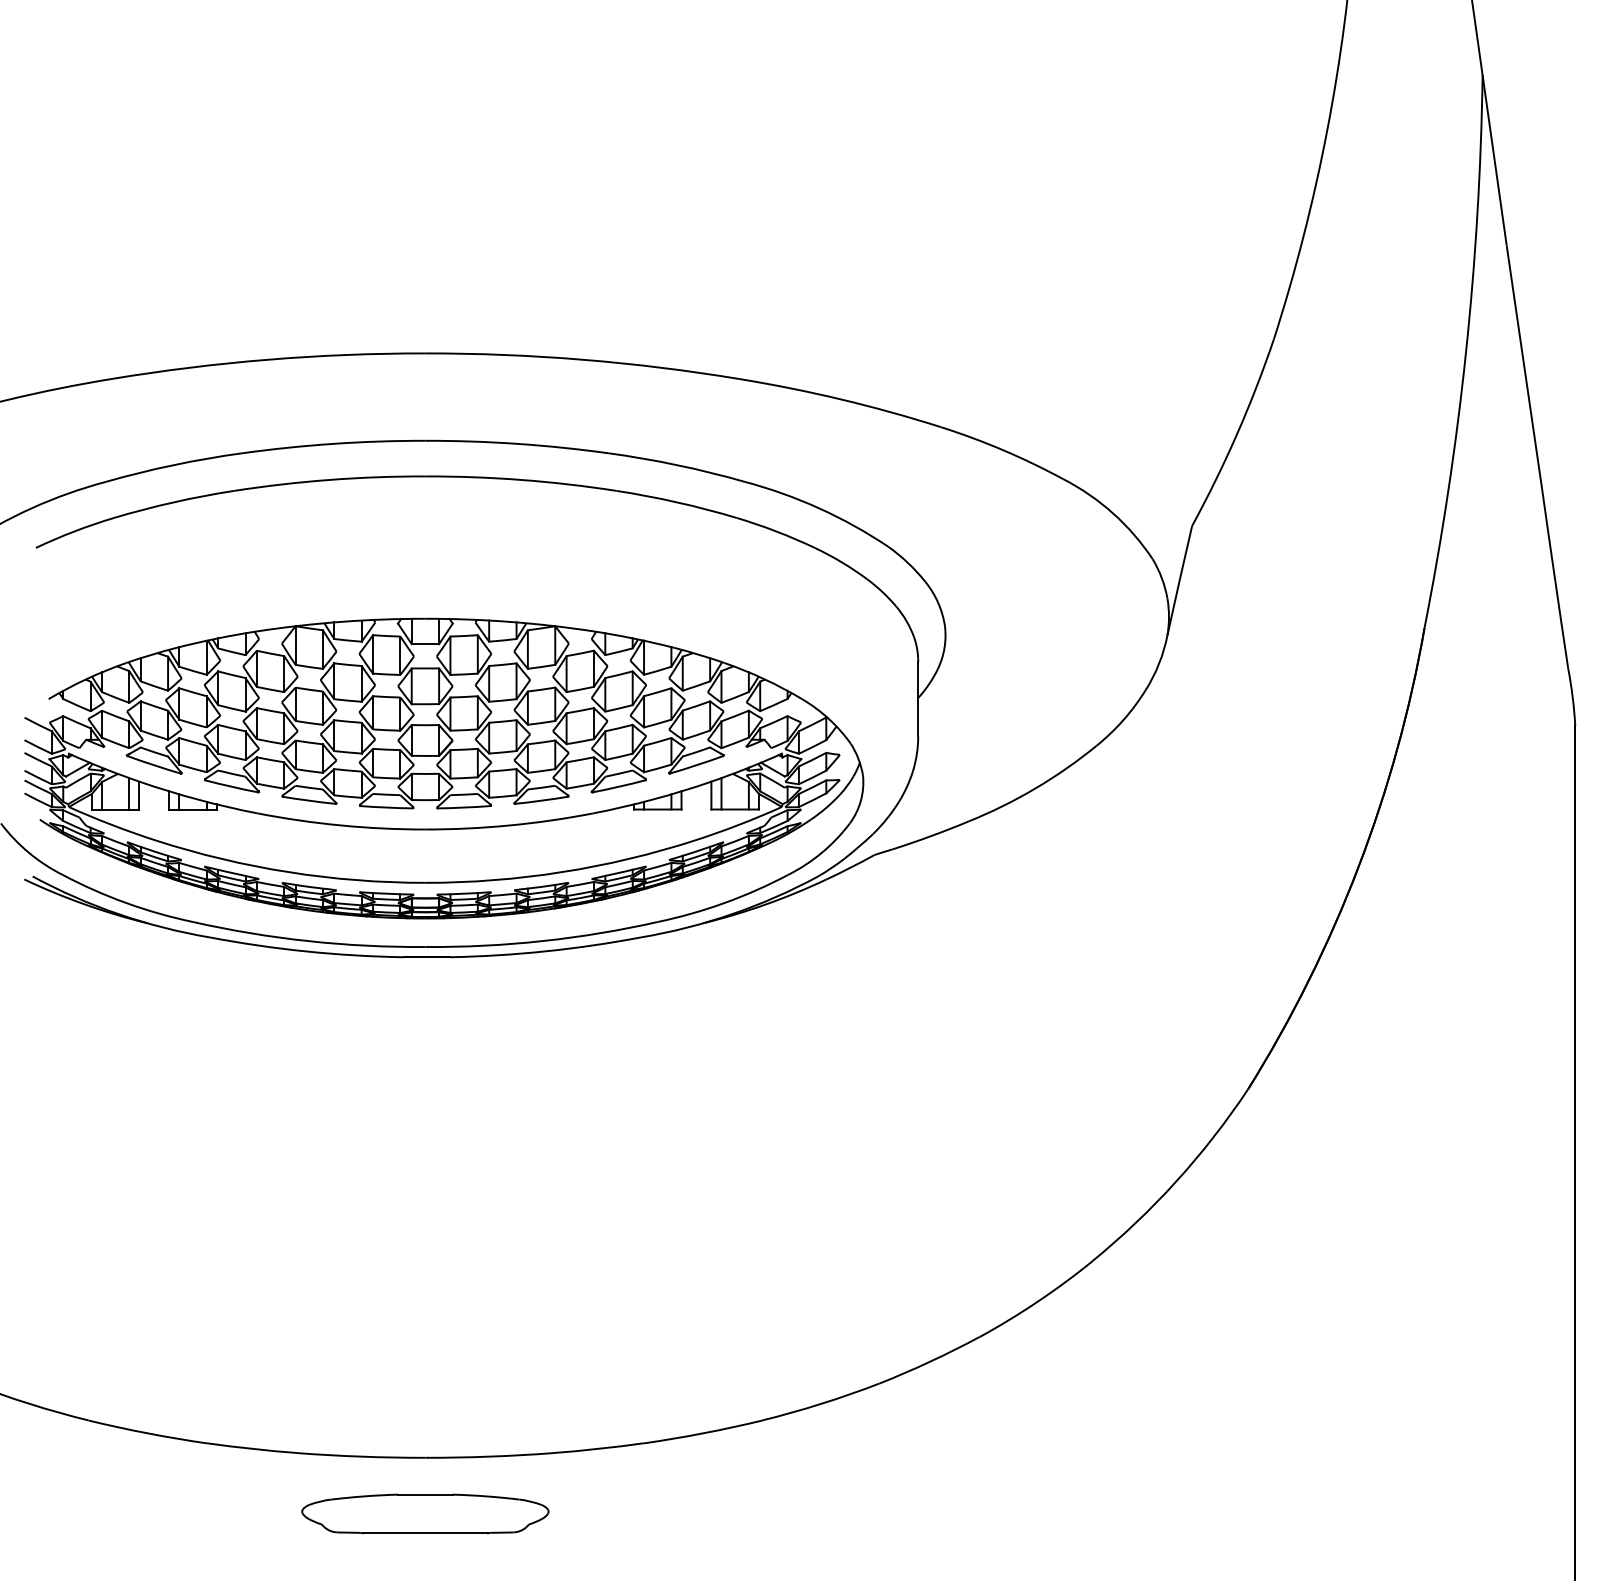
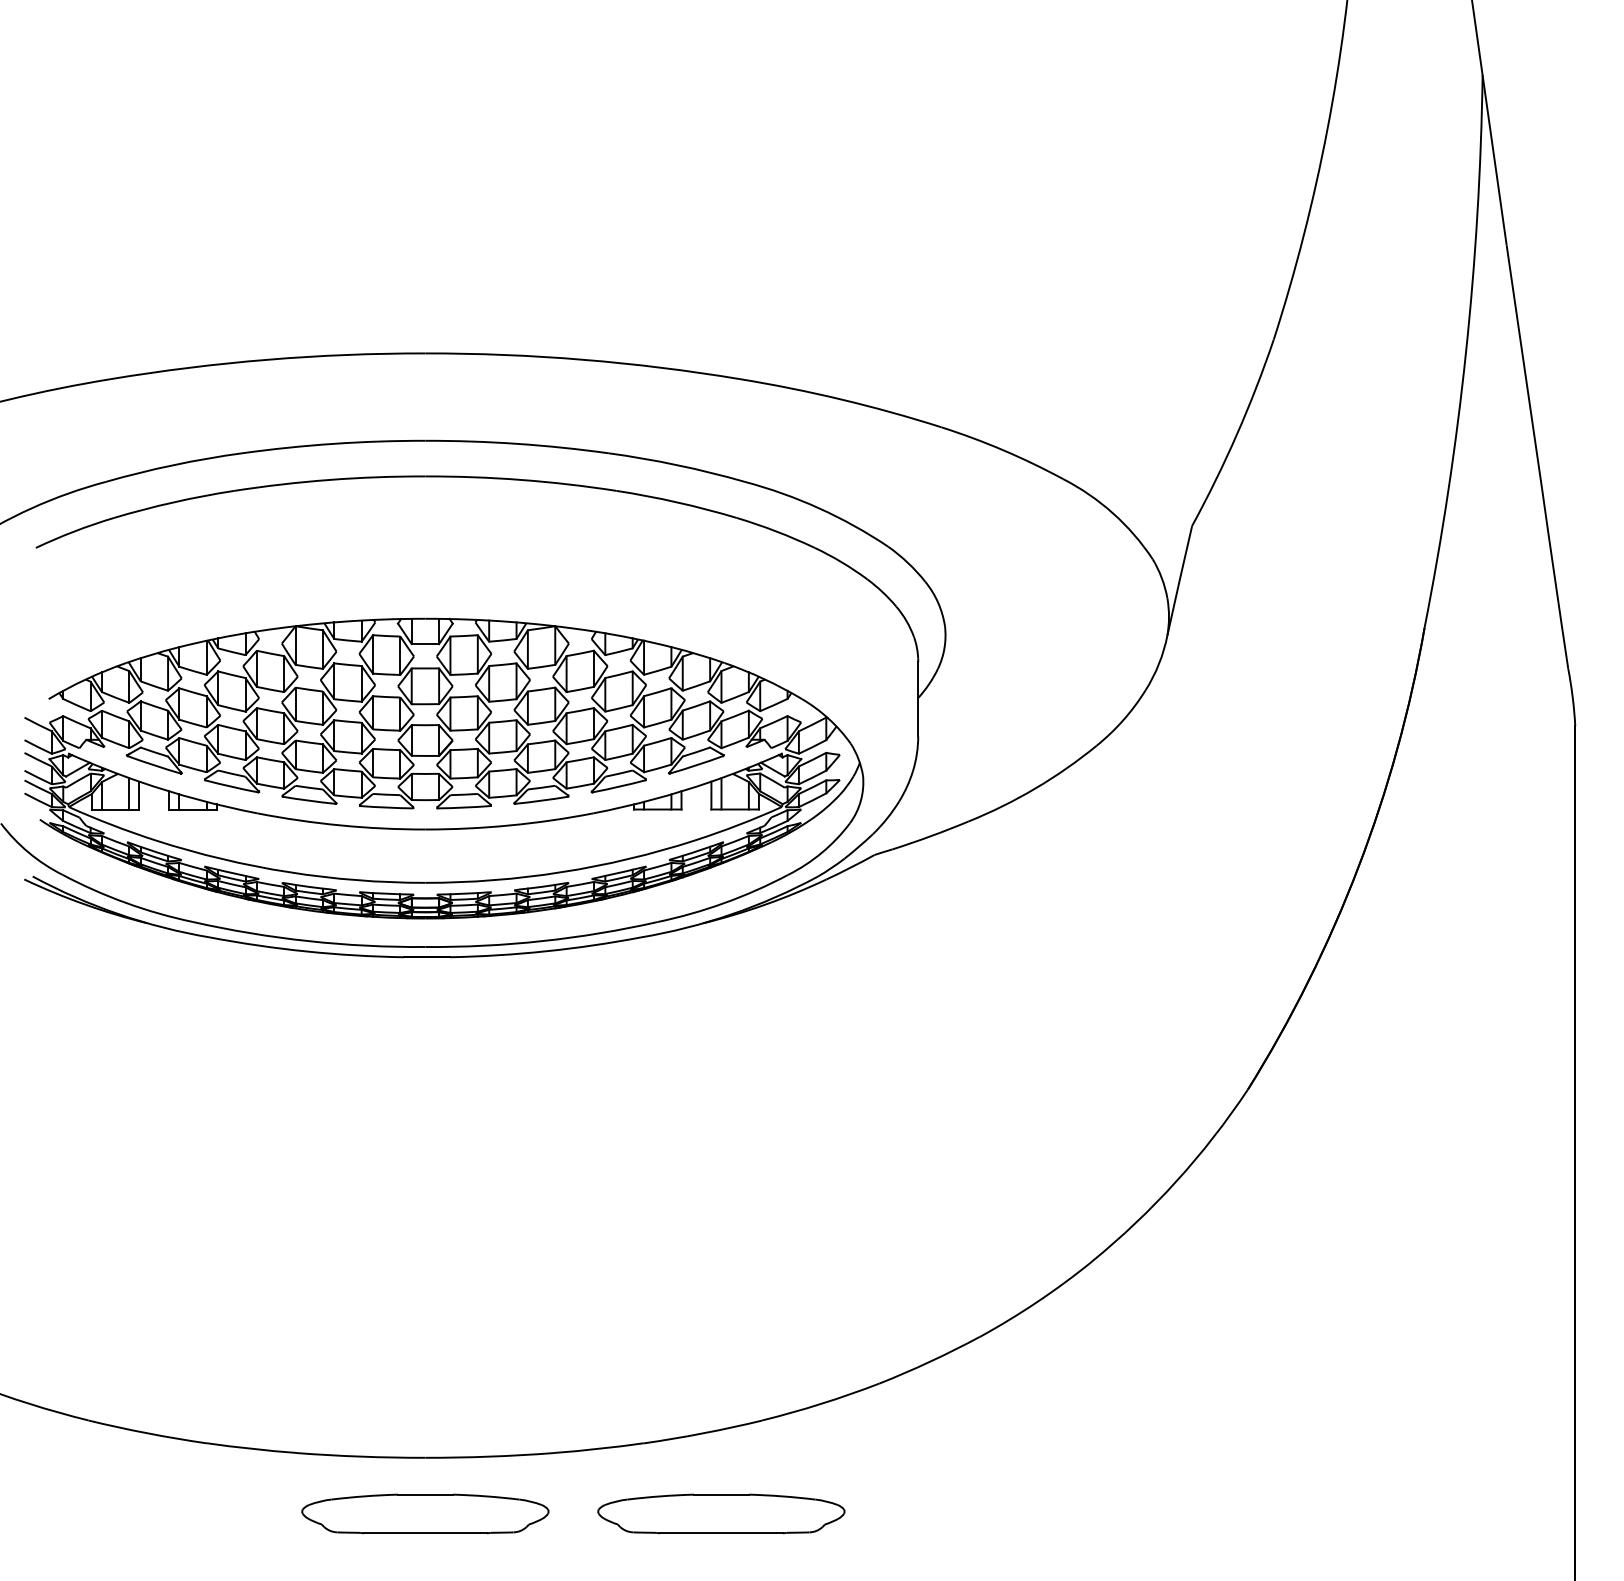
part at (721, 1513): none -> present
